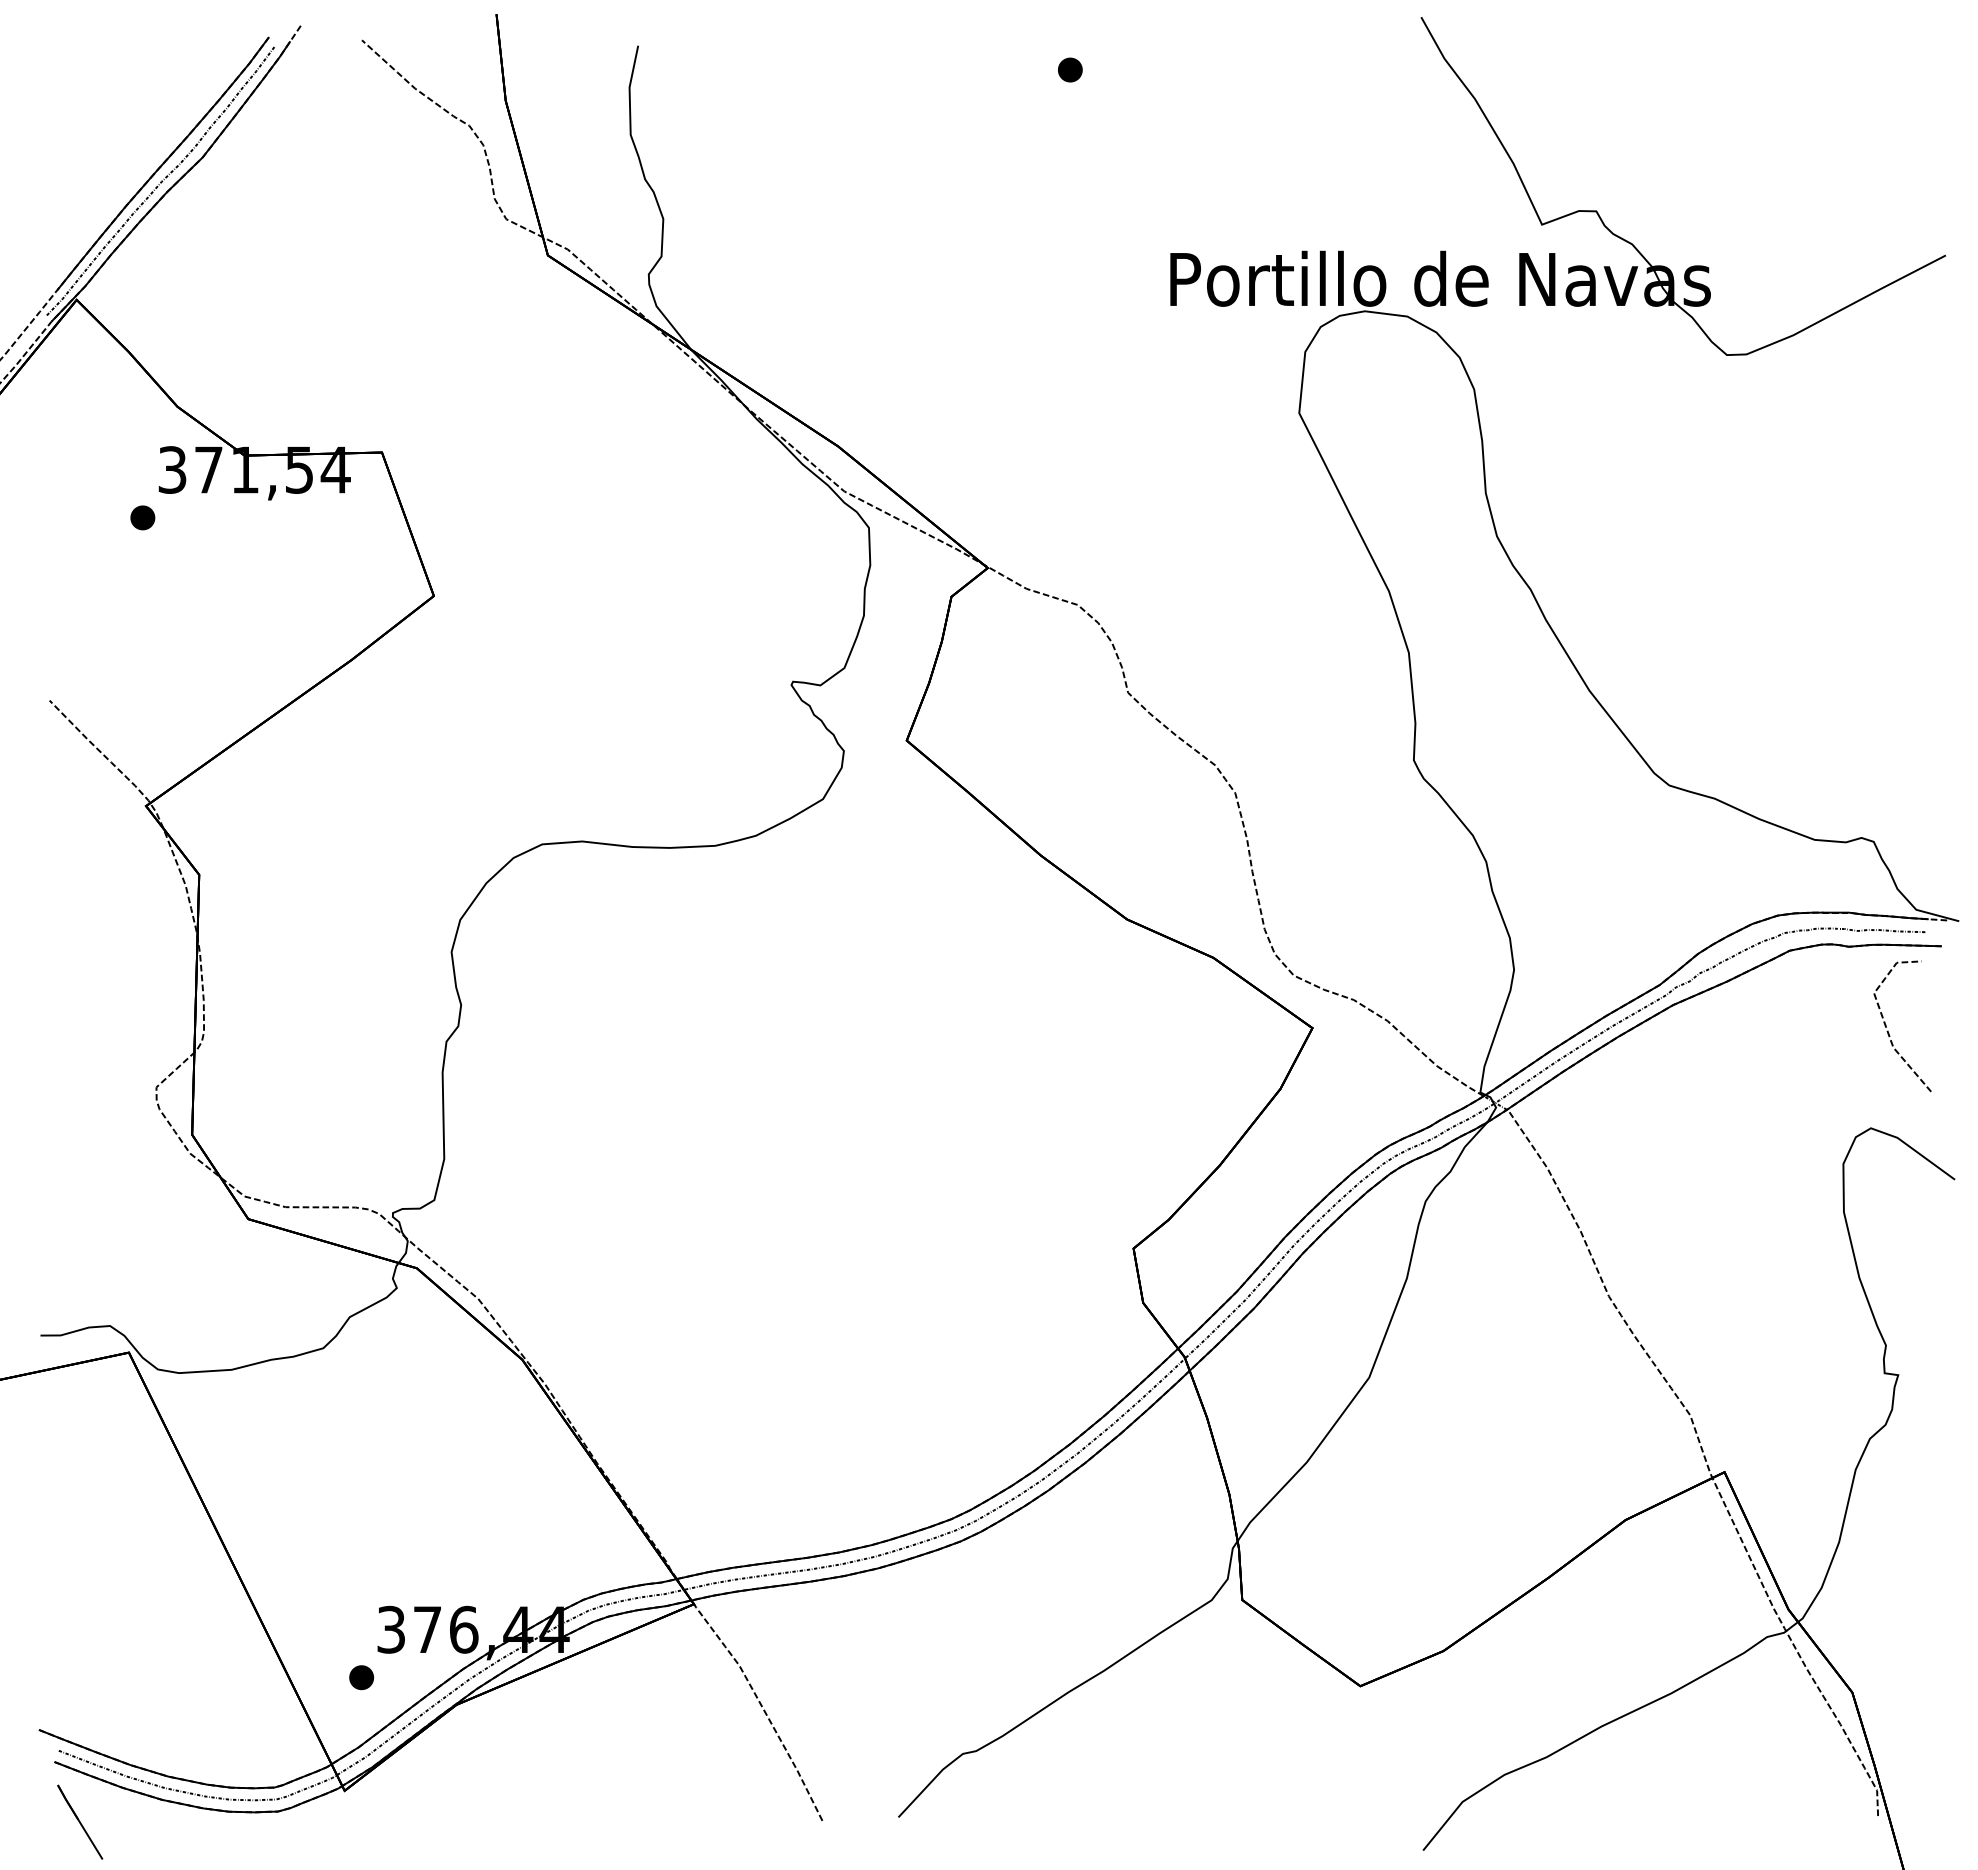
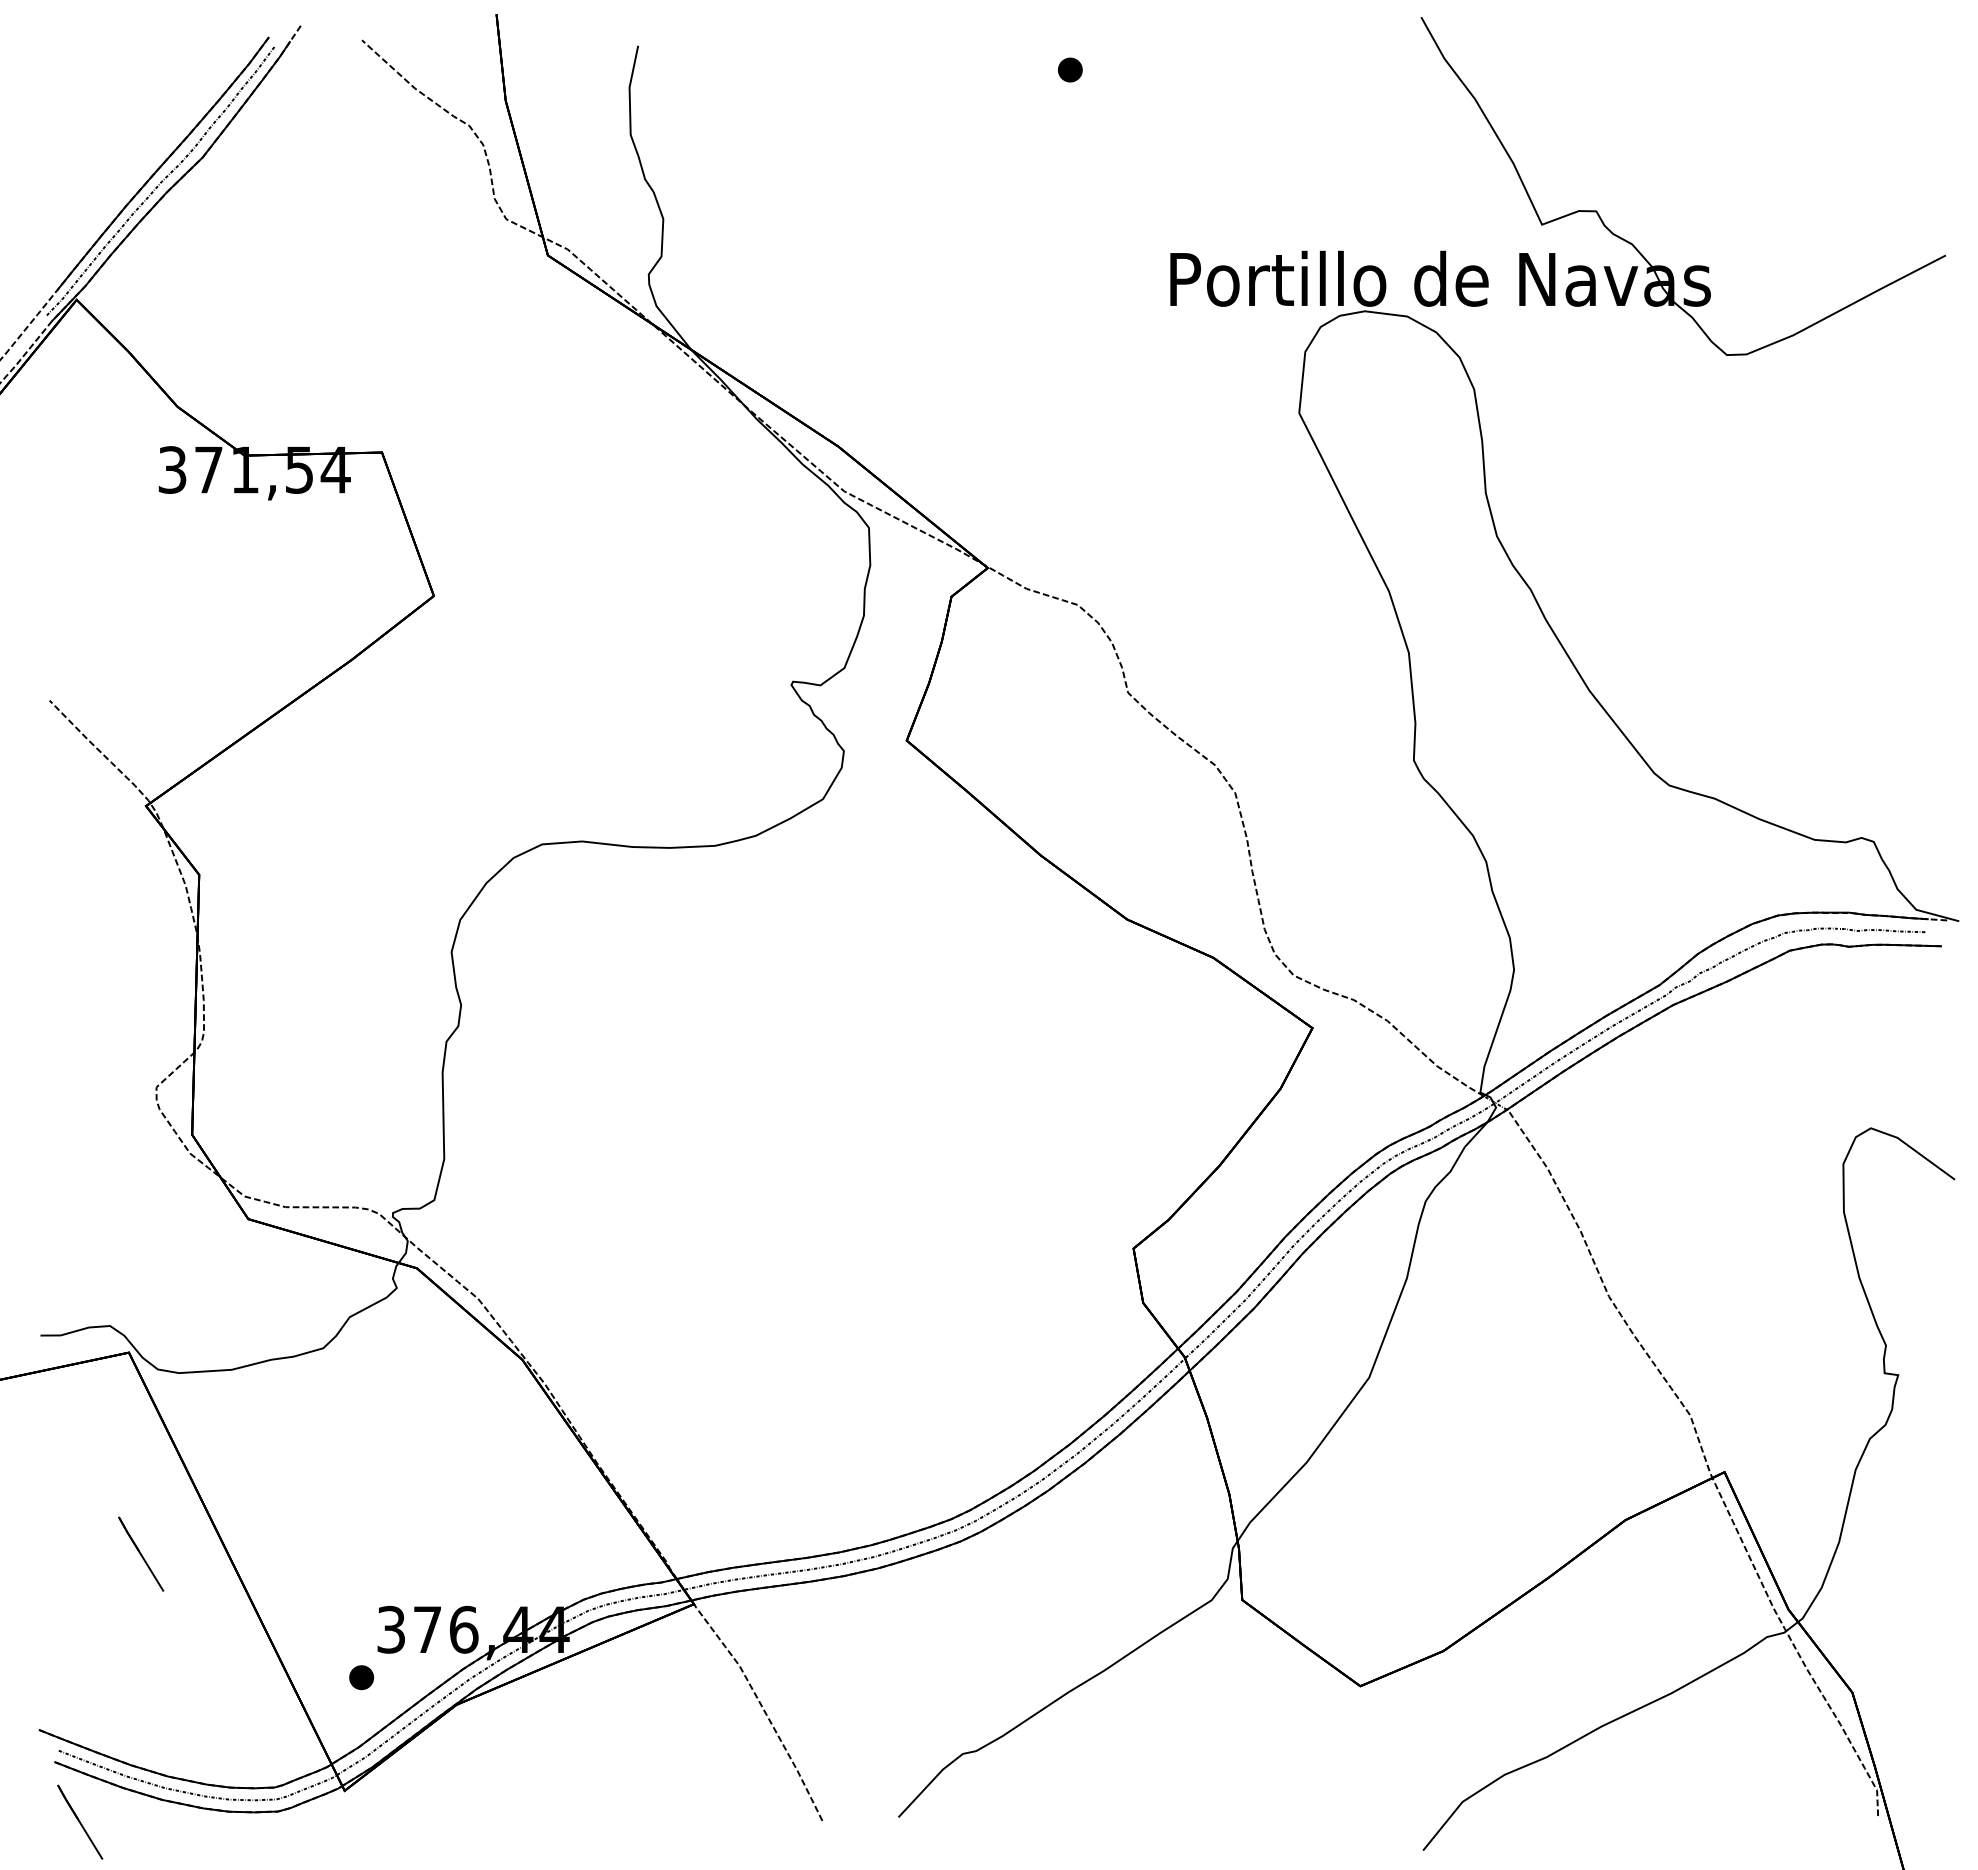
part at (142, 517): present -> none
curve at (1888, 1030): present -> none
line at (141, 1553): none -> present
